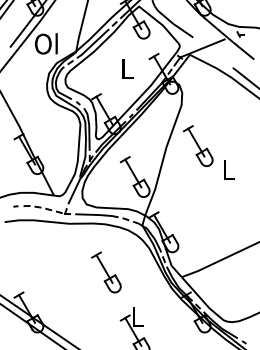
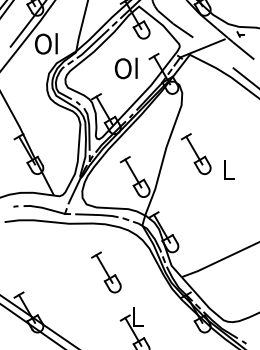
text at (125, 68): L -> Ol
part at (198, 145) position: (198, 145) -> (196, 153)
line at (43, 207): dashed -> solid
